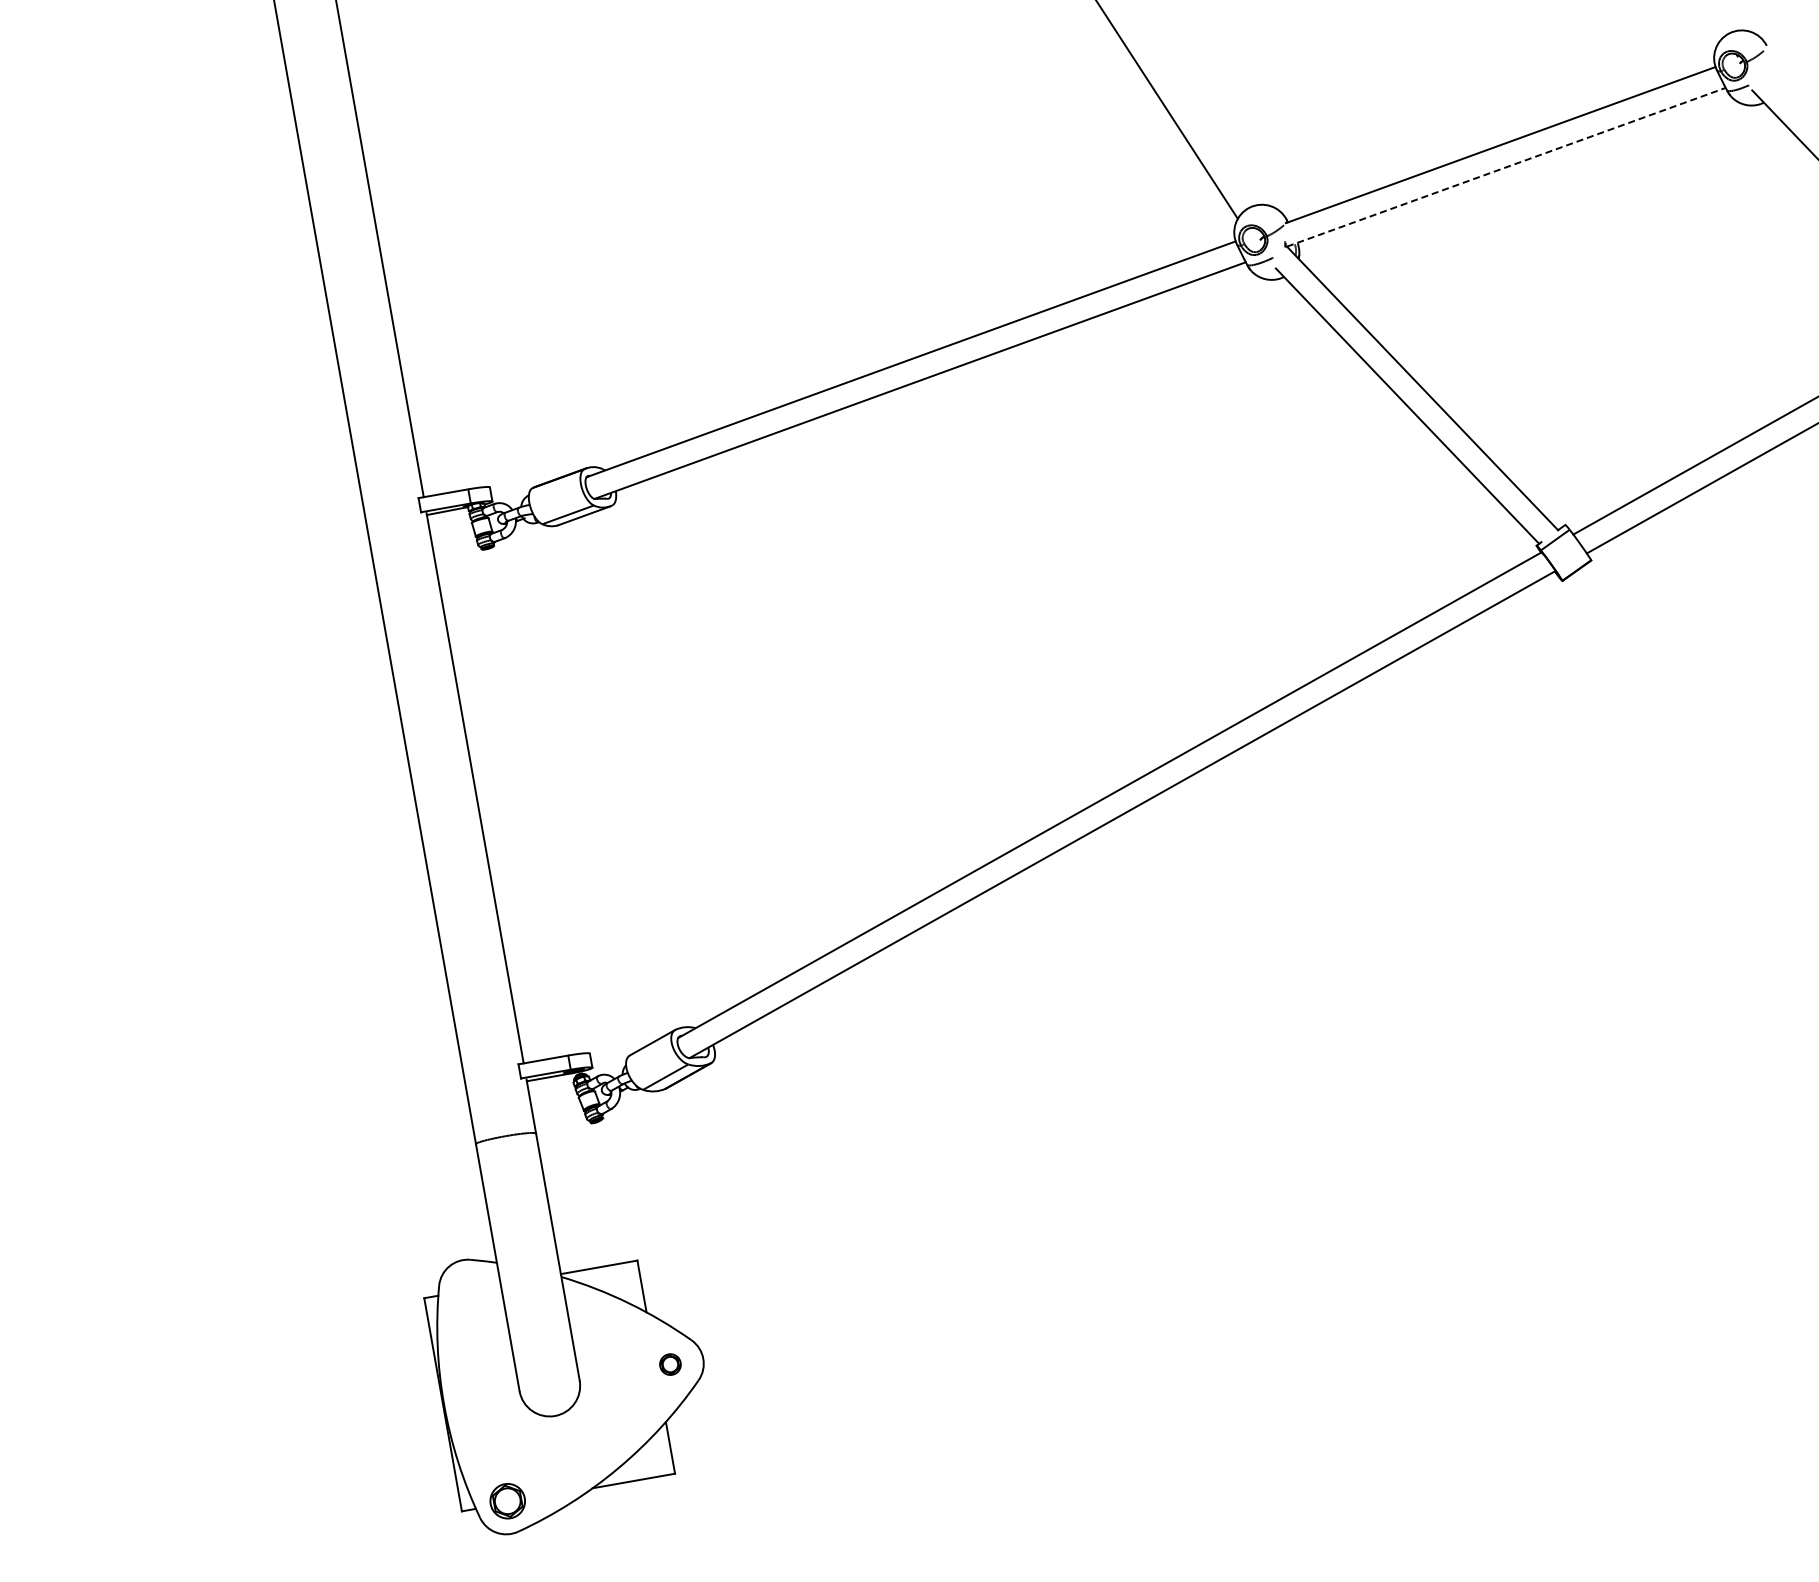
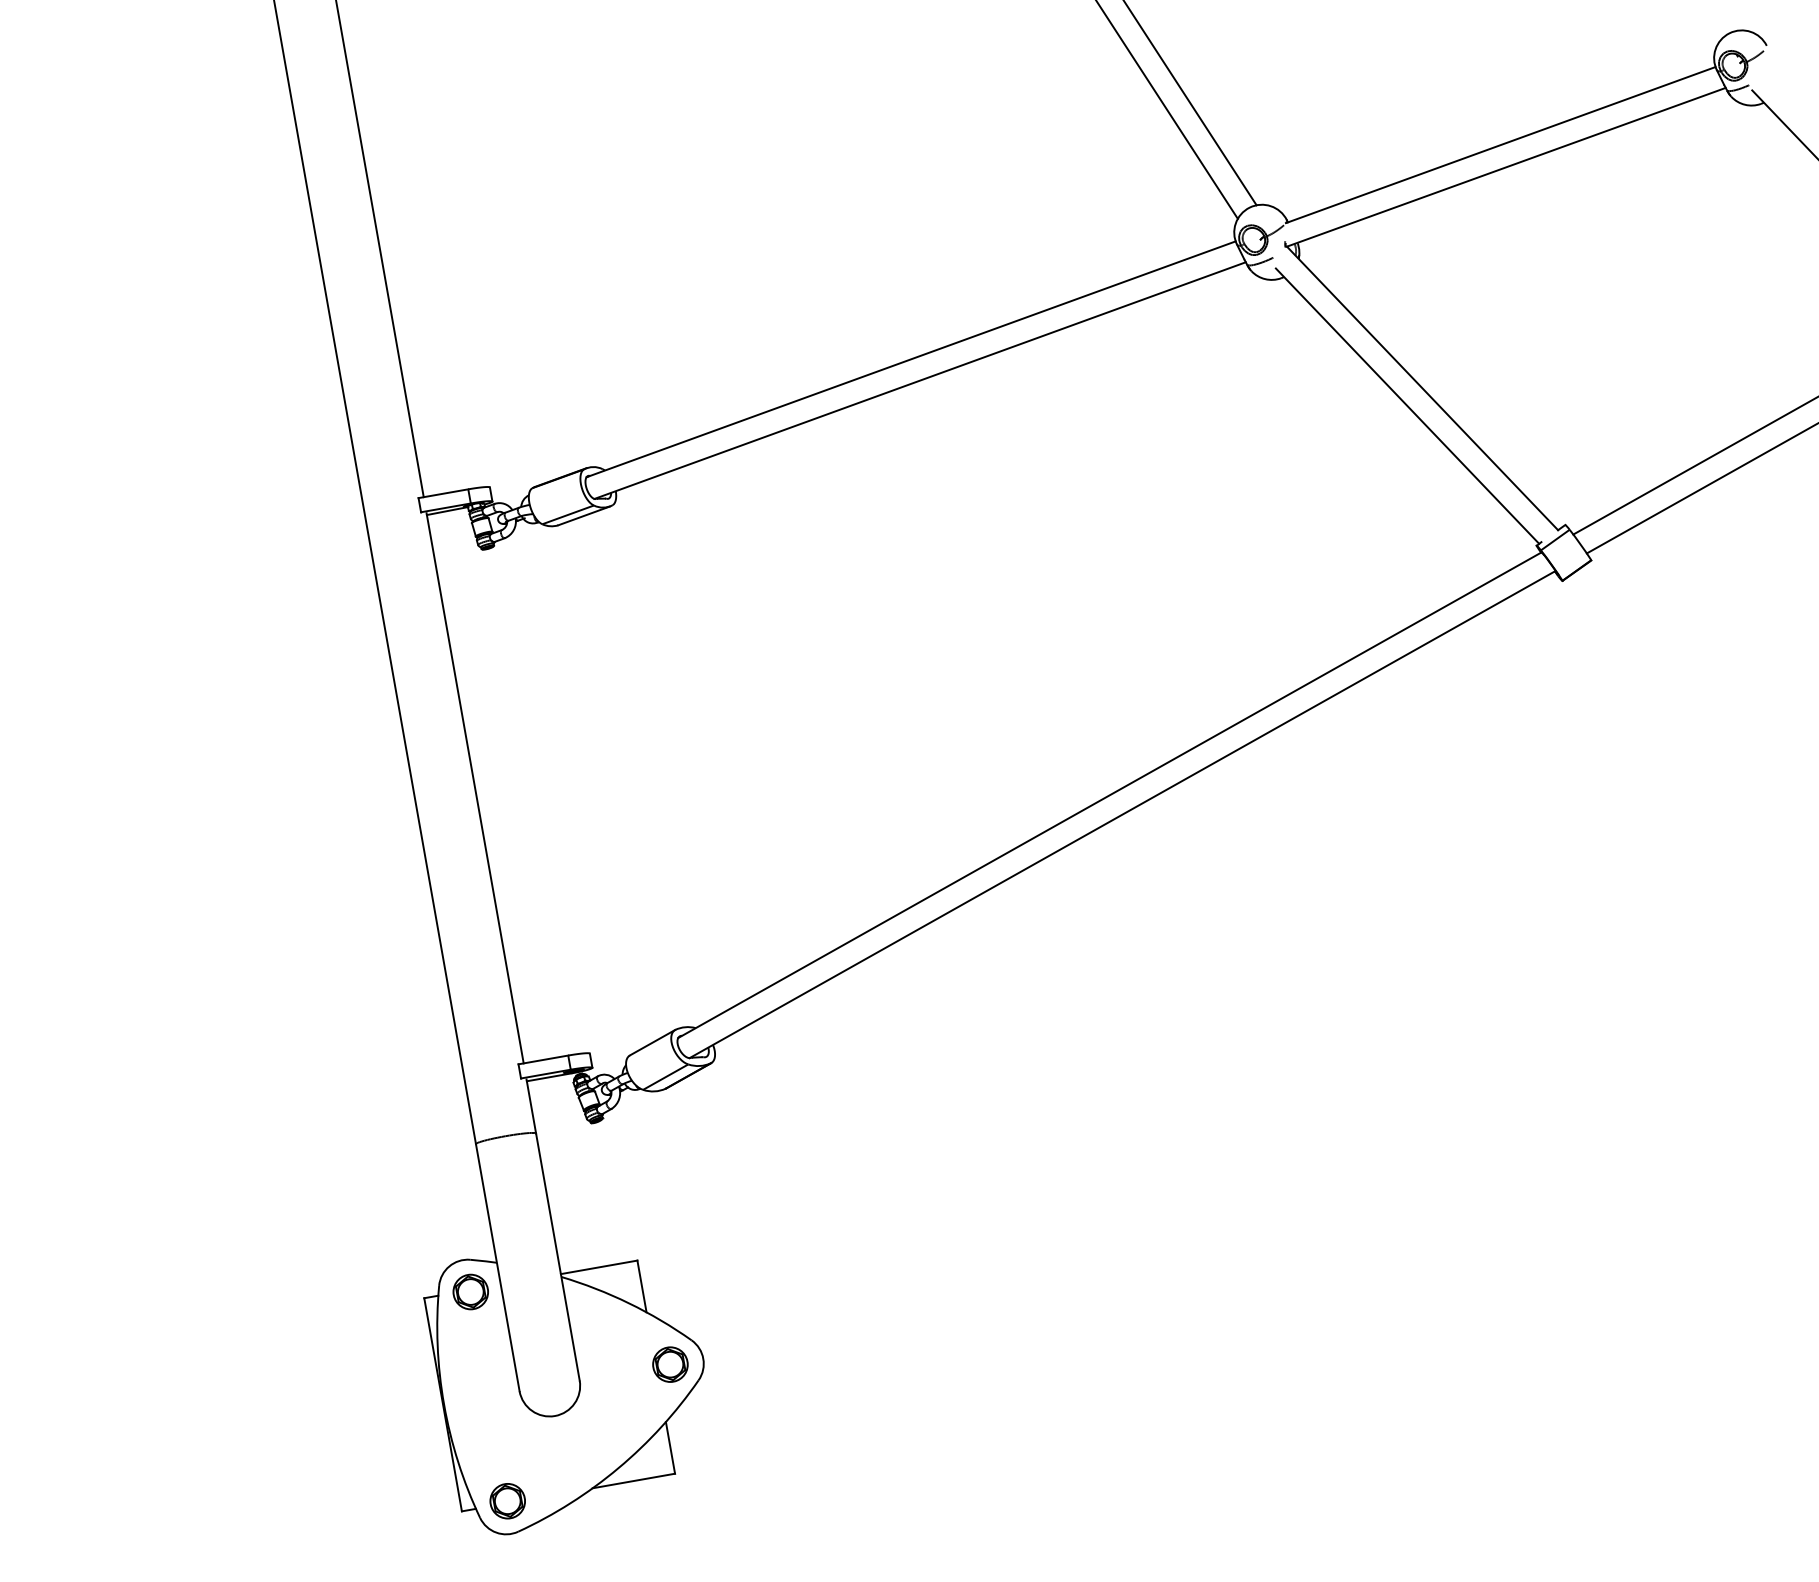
line at (1190, 103): none -> present
line at (1506, 167): dashed -> solid
part at (470, 1291): none -> present
part at (670, 1364) size: 23x23 px -> 37x37 px
